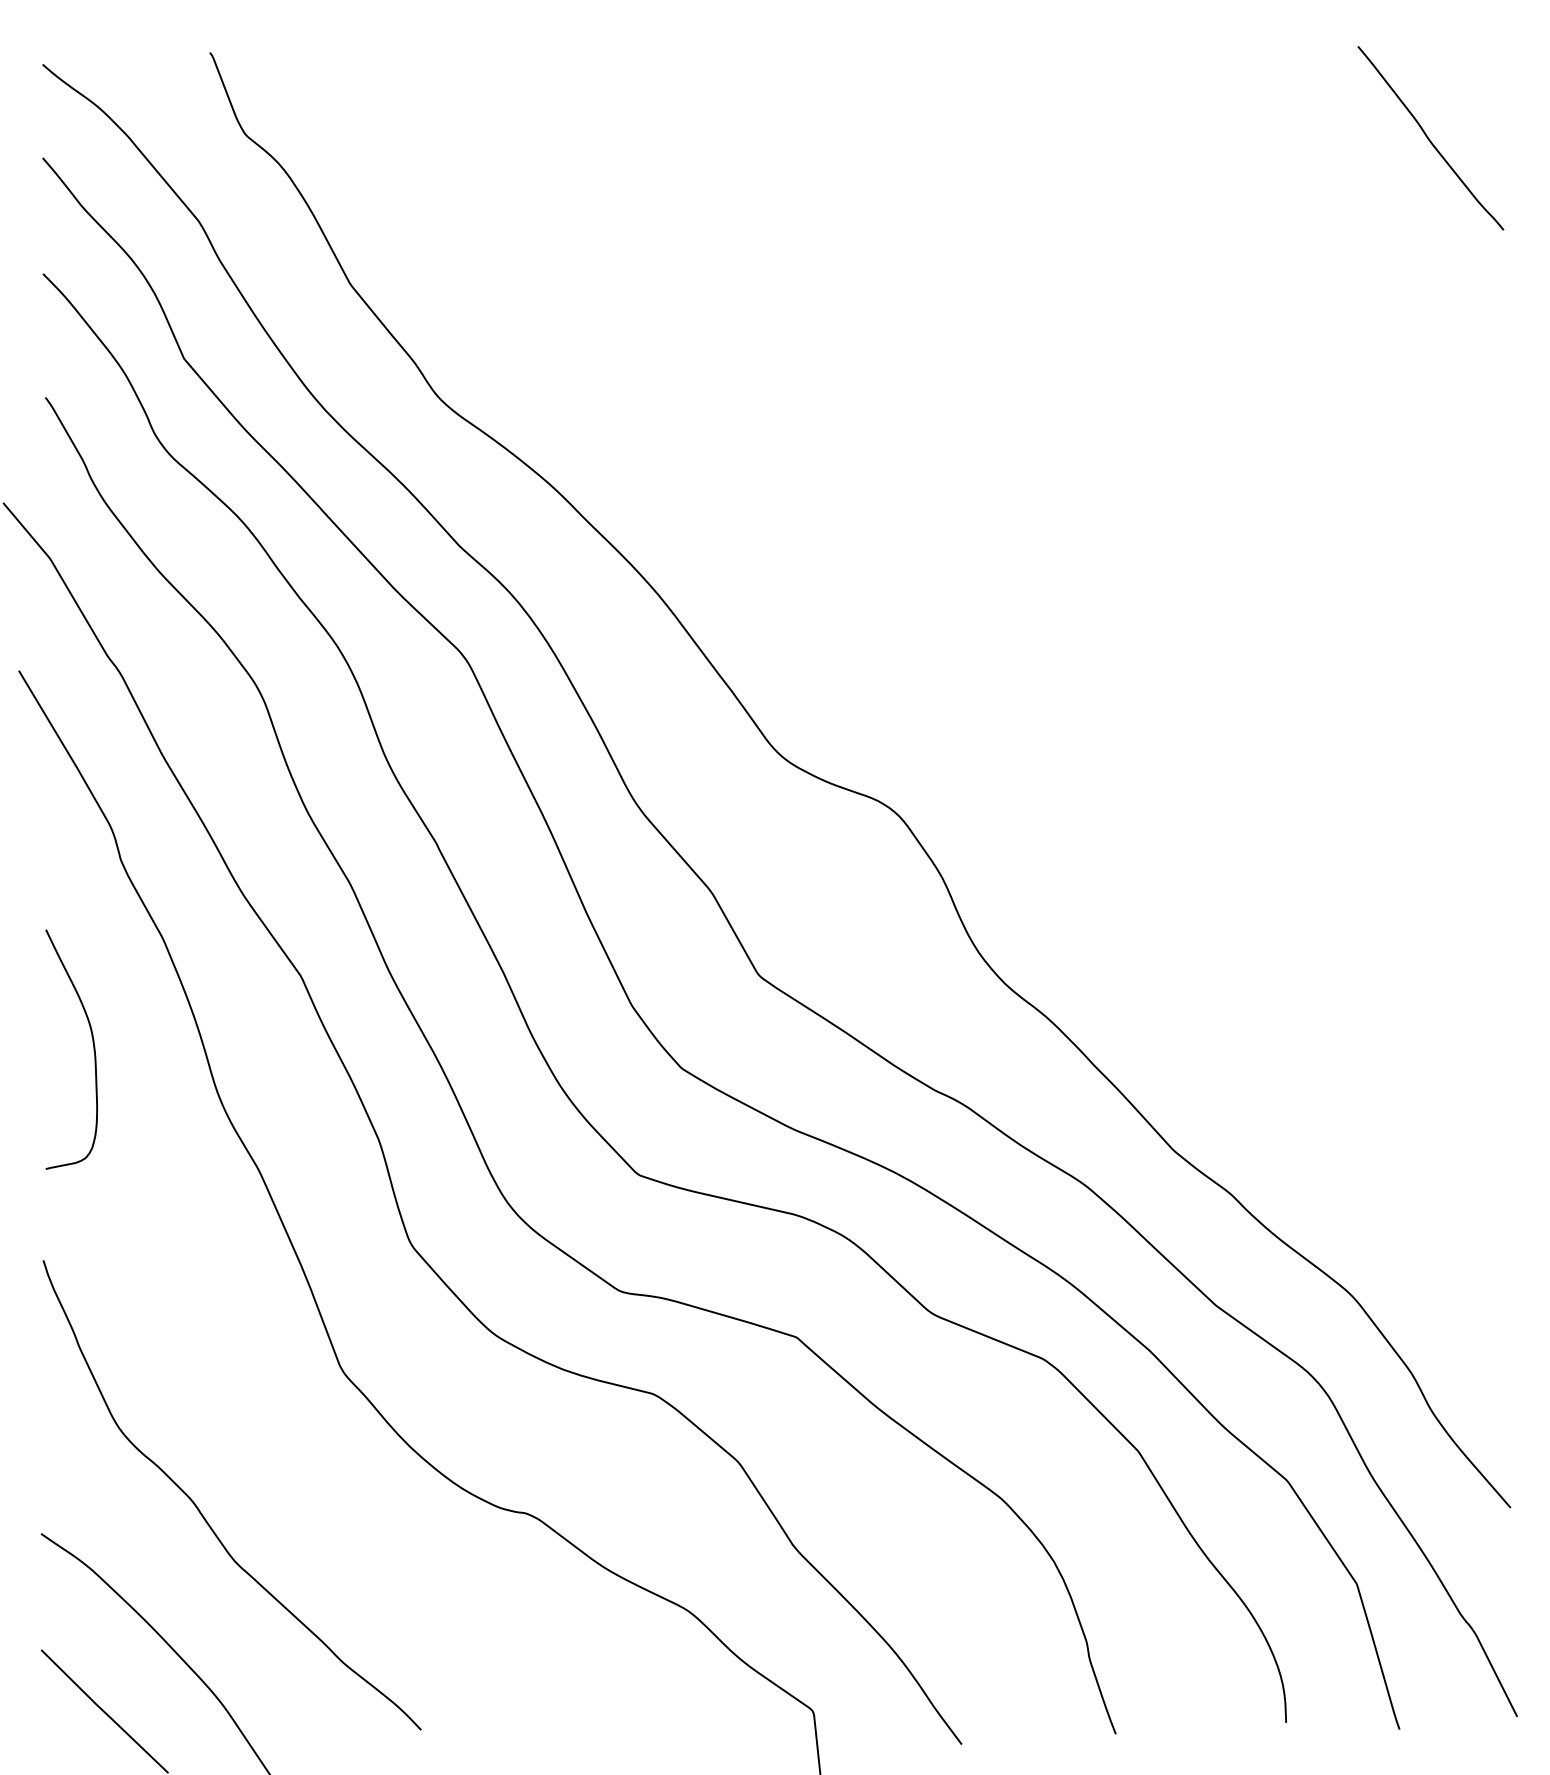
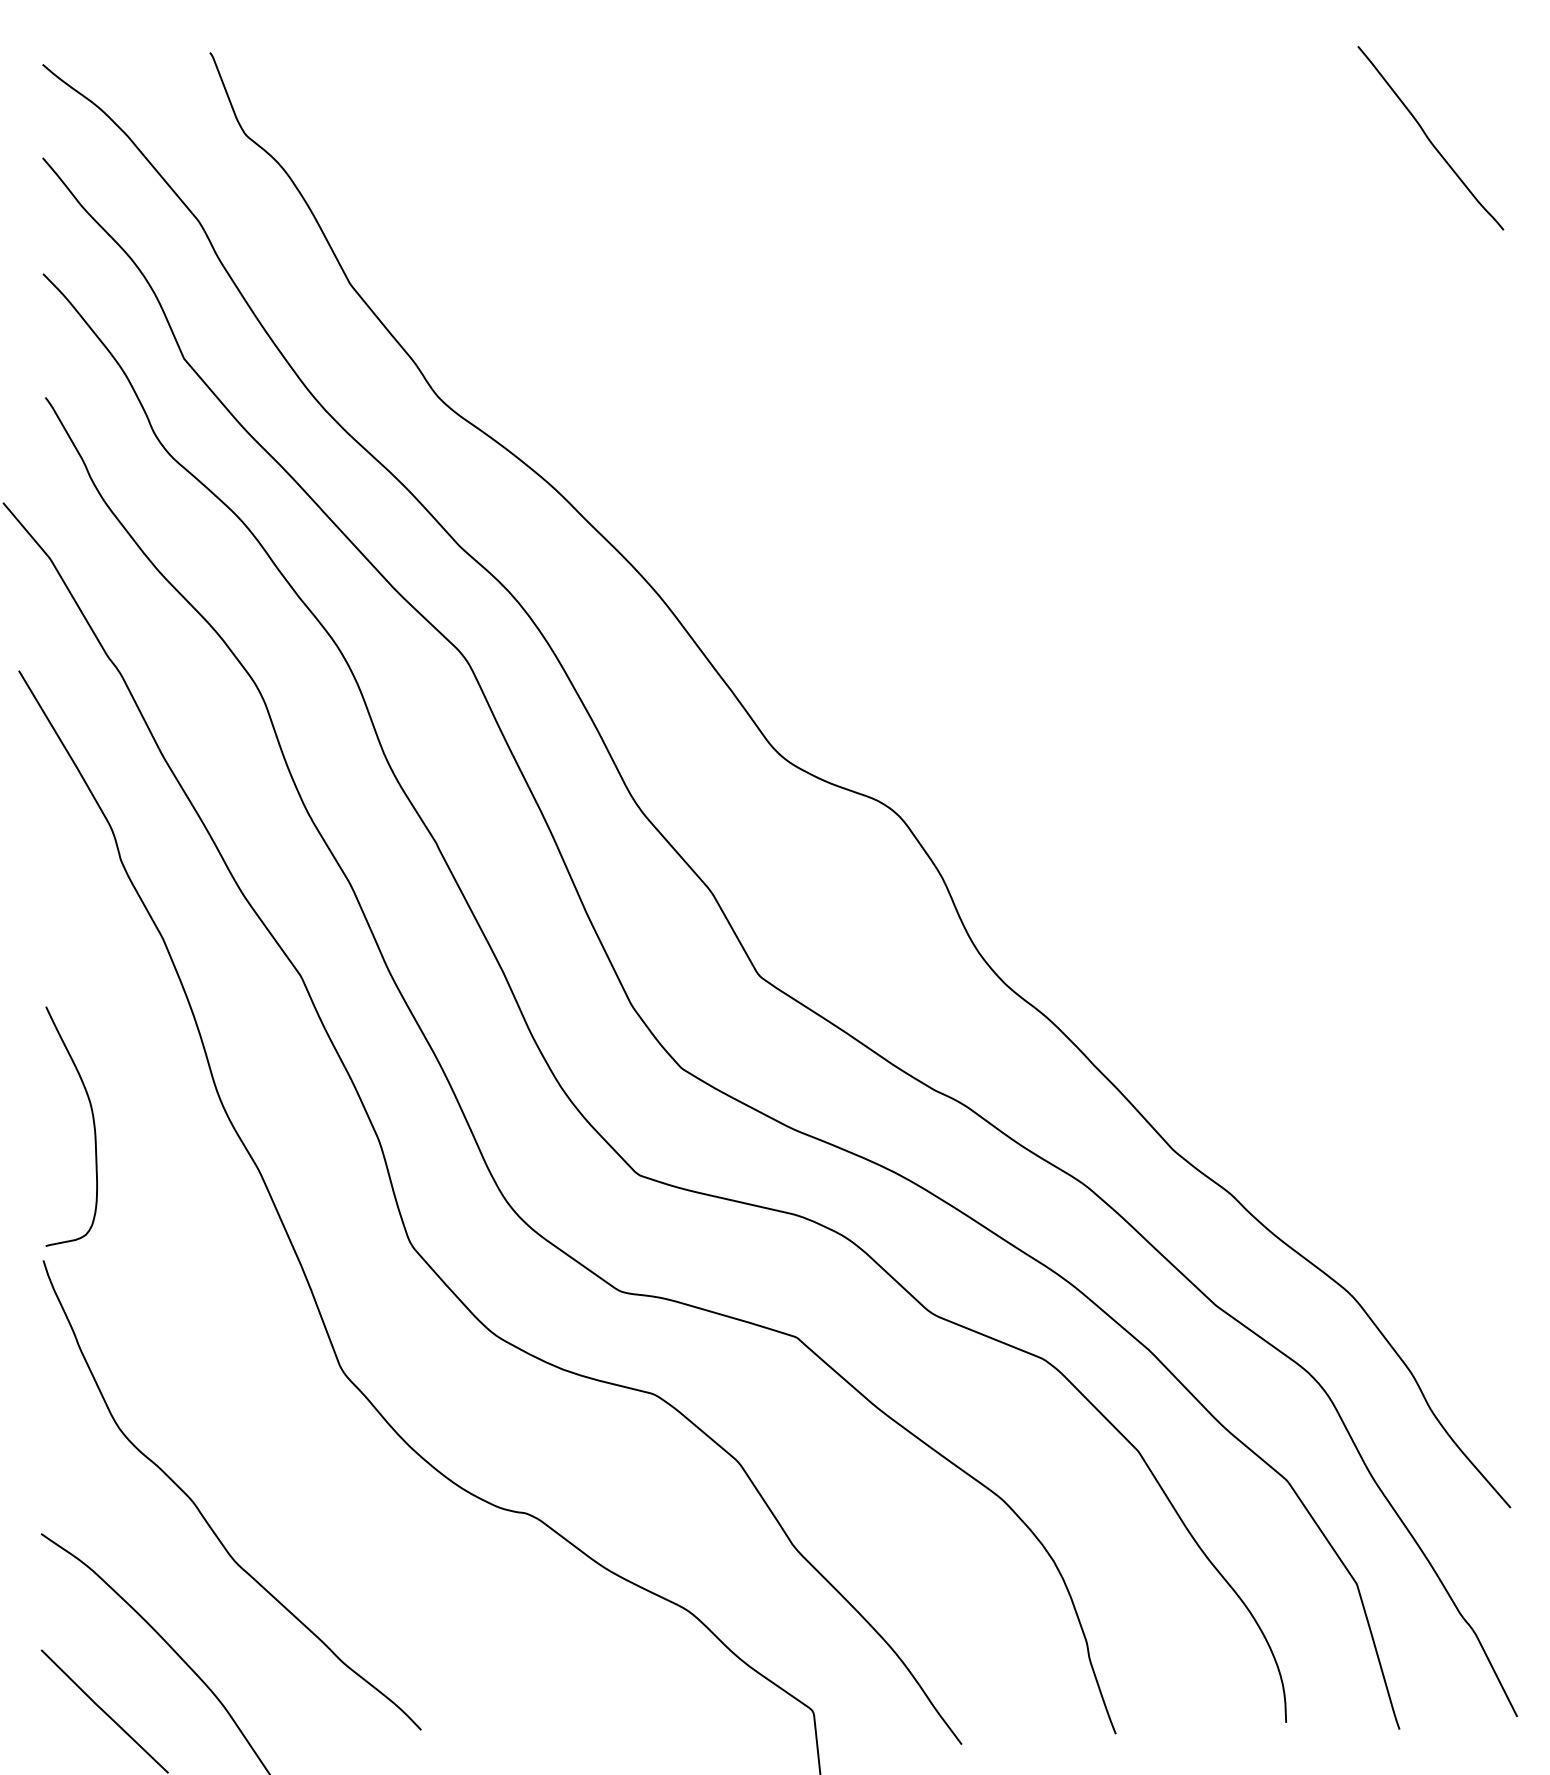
curve at (92, 1043) position: (92, 1043) -> (92, 1120)
